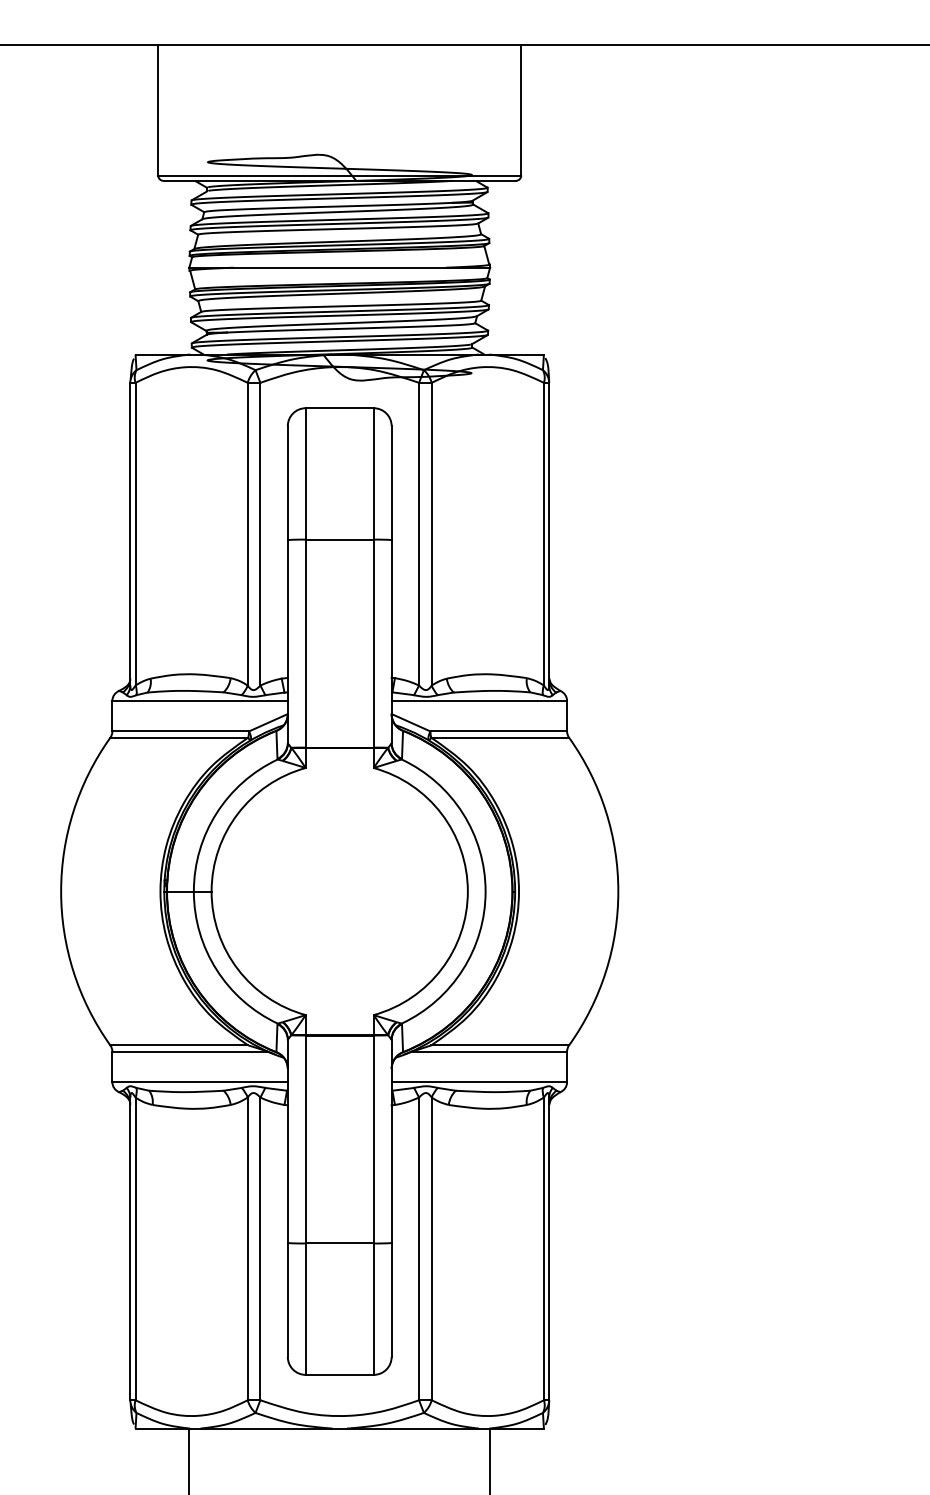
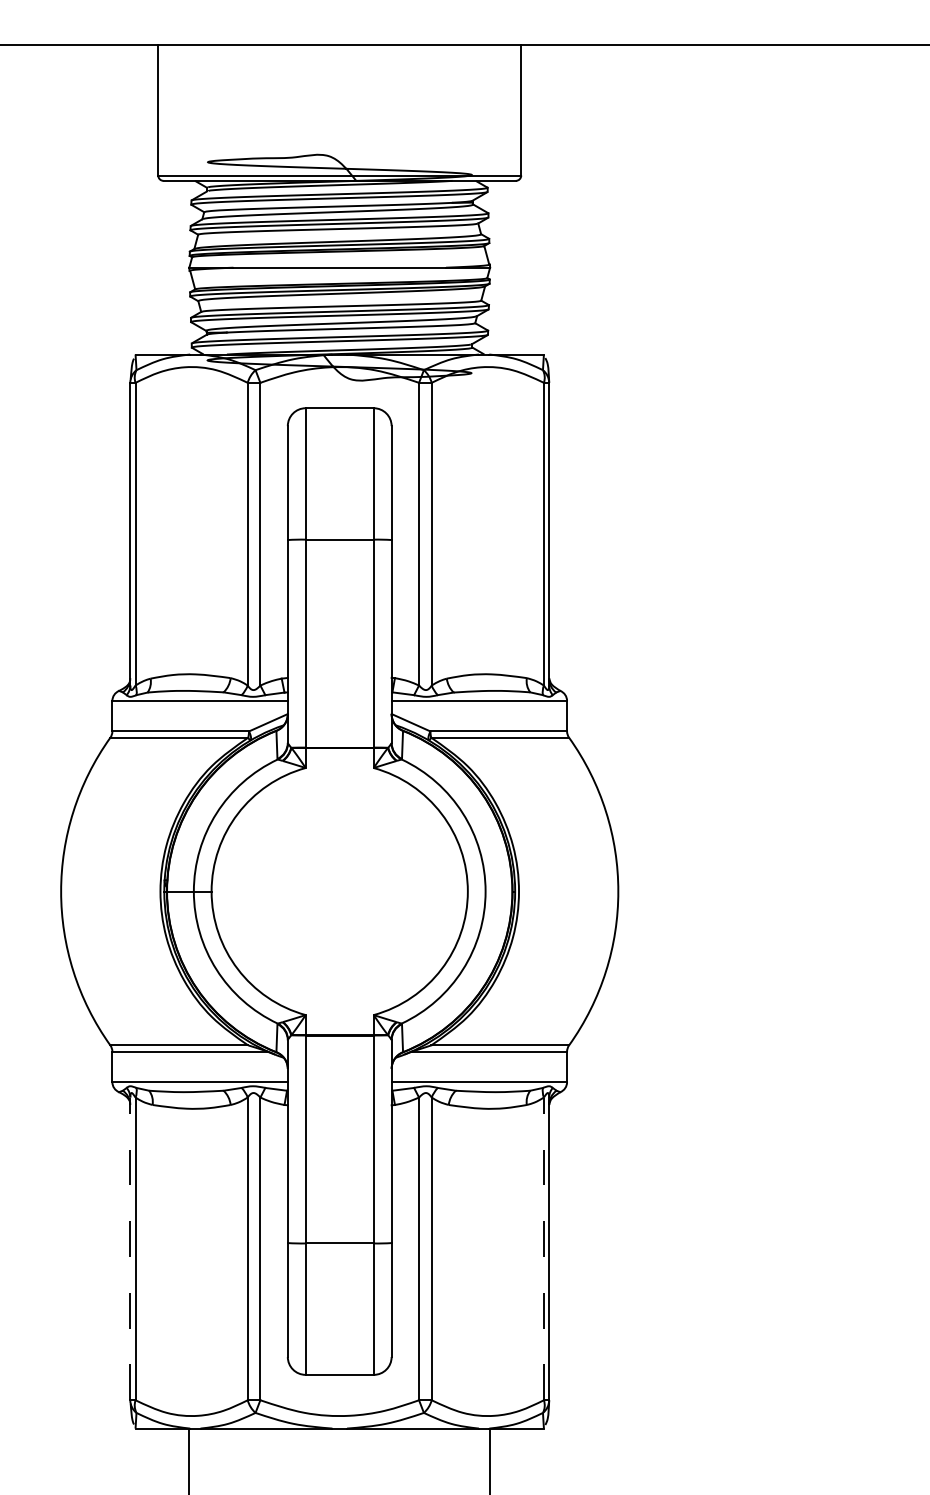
line at (130, 1248): solid -> dashed
line at (543, 1248): solid -> dashed
